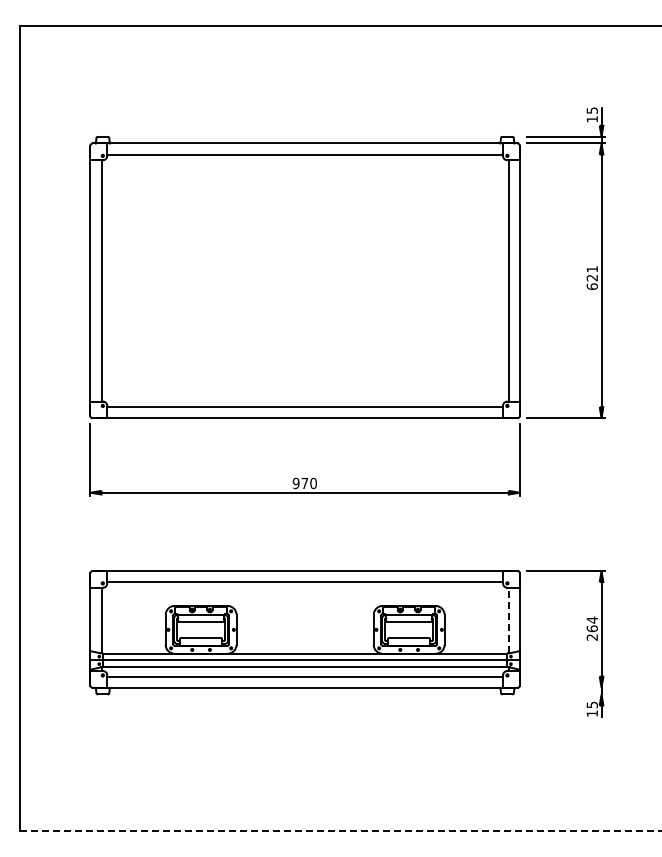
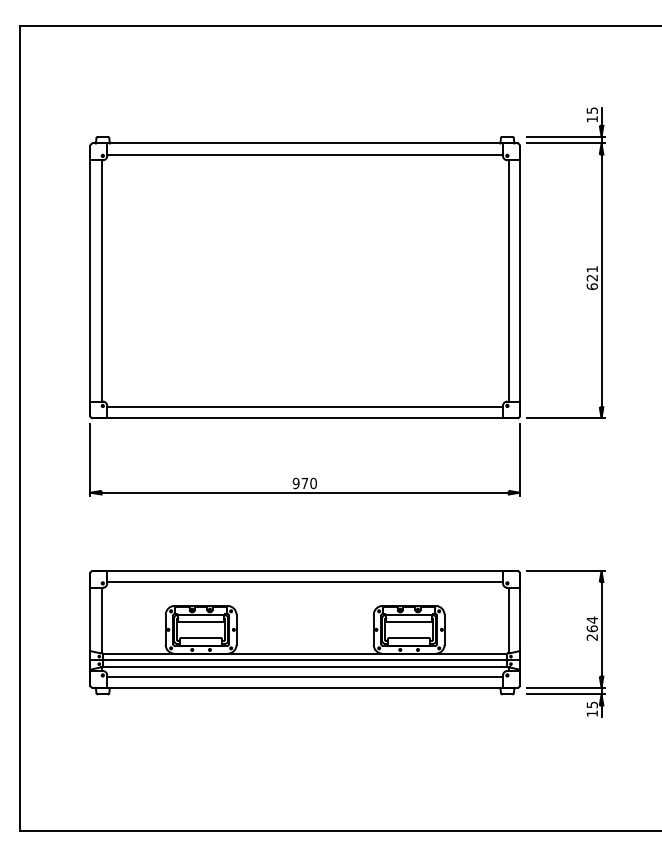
line at (508, 620): dashed -> solid
line at (566, 687): none -> present
line at (566, 694): none -> present
line at (340, 831): dashed -> solid
